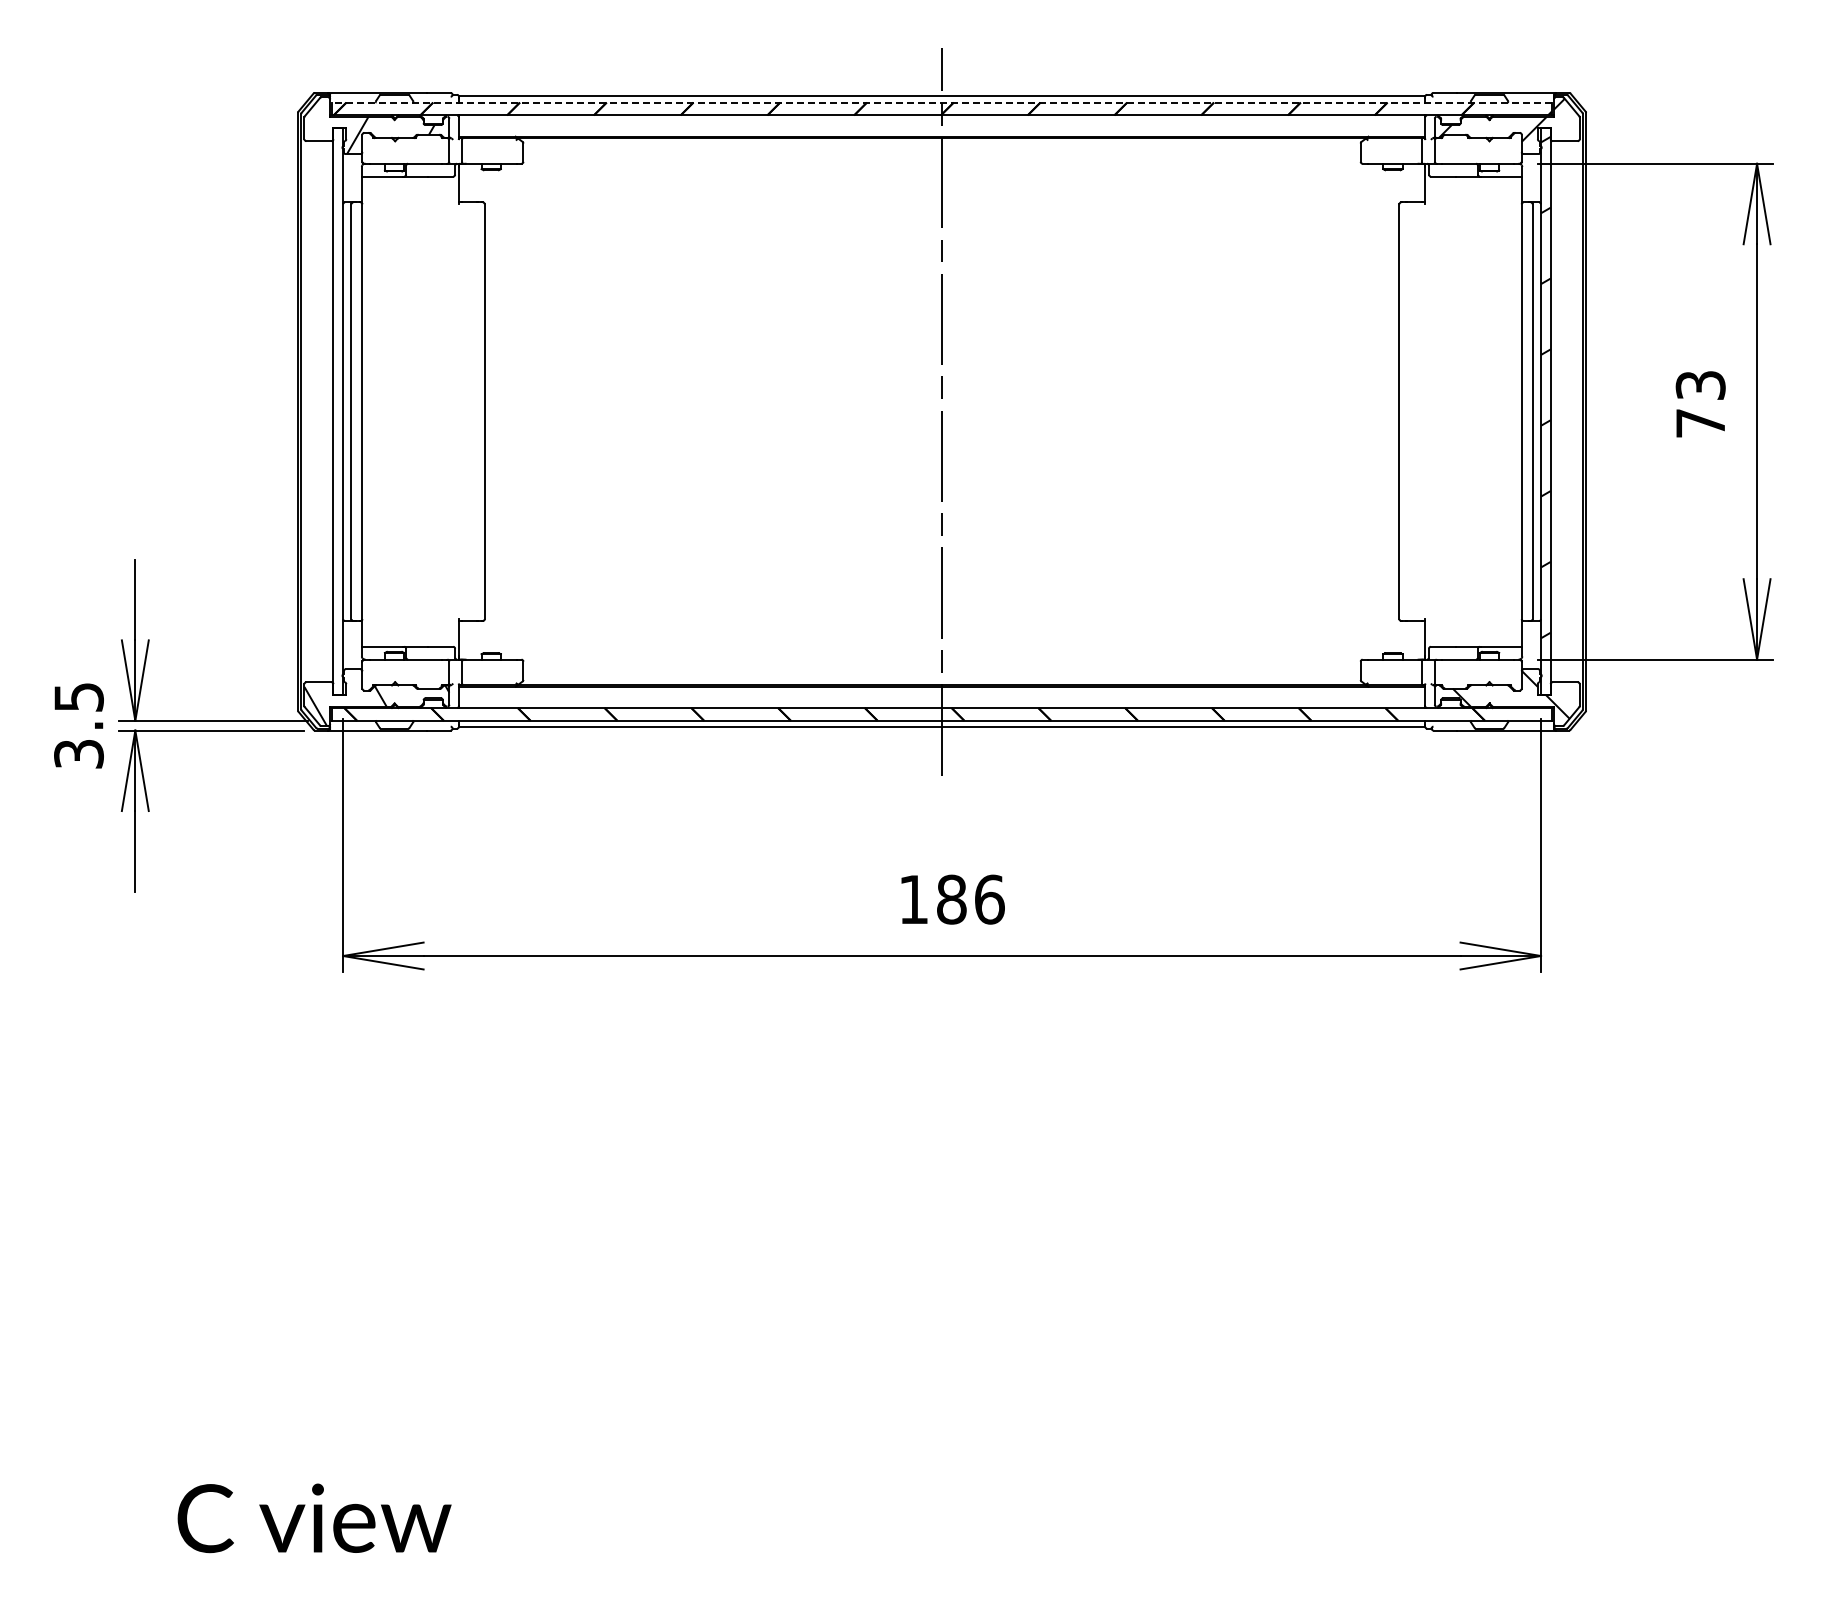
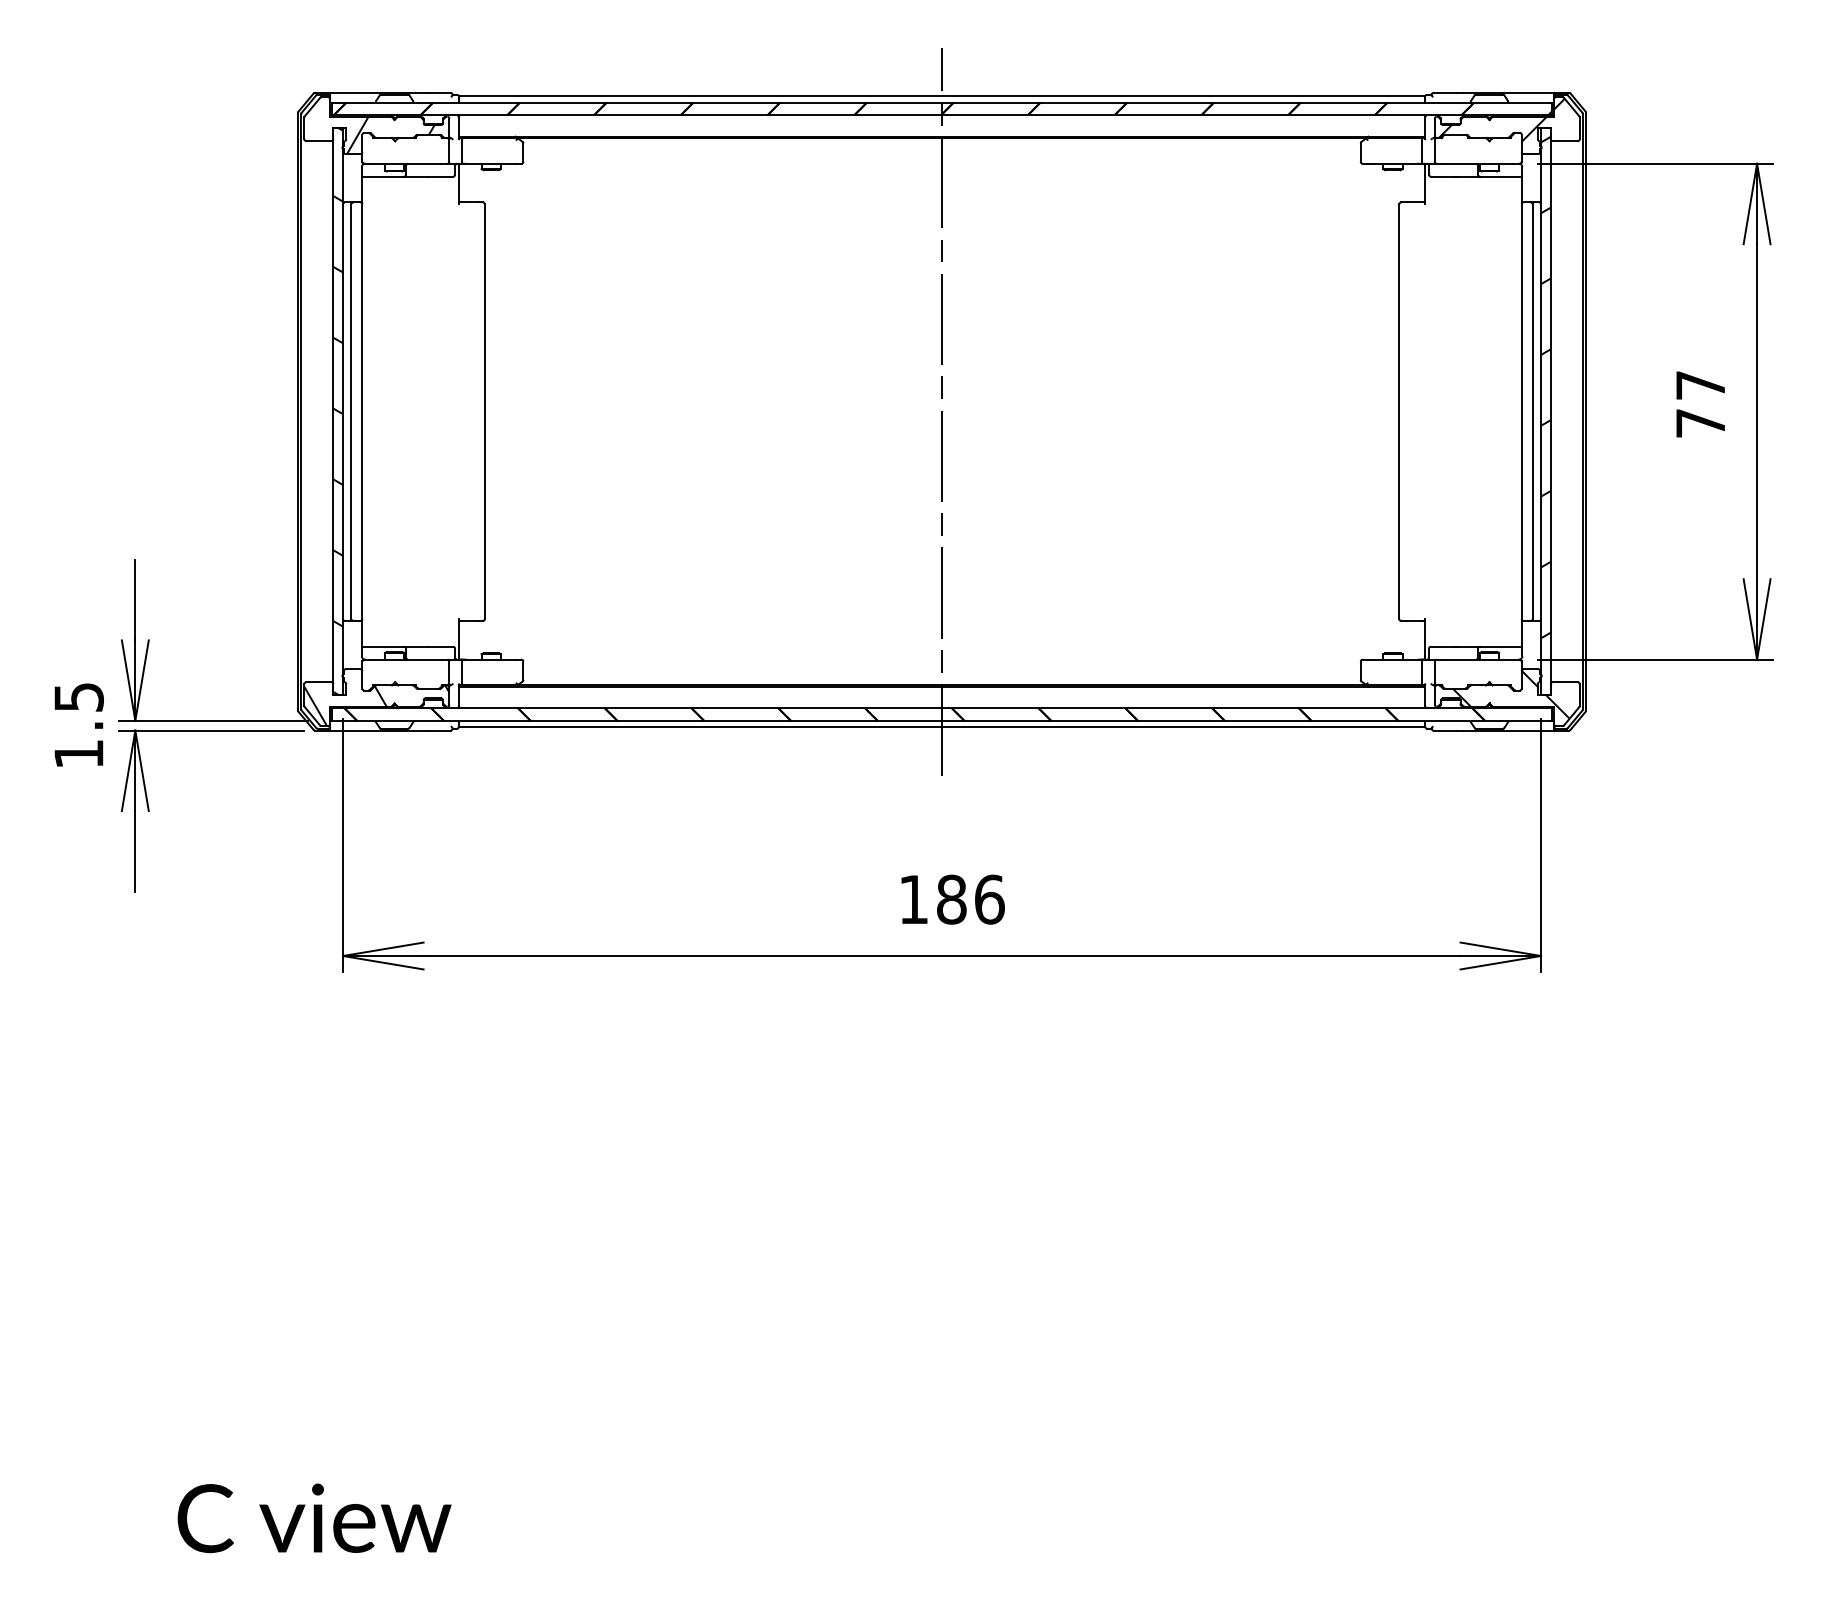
line at (942, 102): dashed -> solid
text at (1700, 385): 73 -> 77
hatch at (338, 411): none -> present
text at (78, 754): 3.5 -> 1.5
